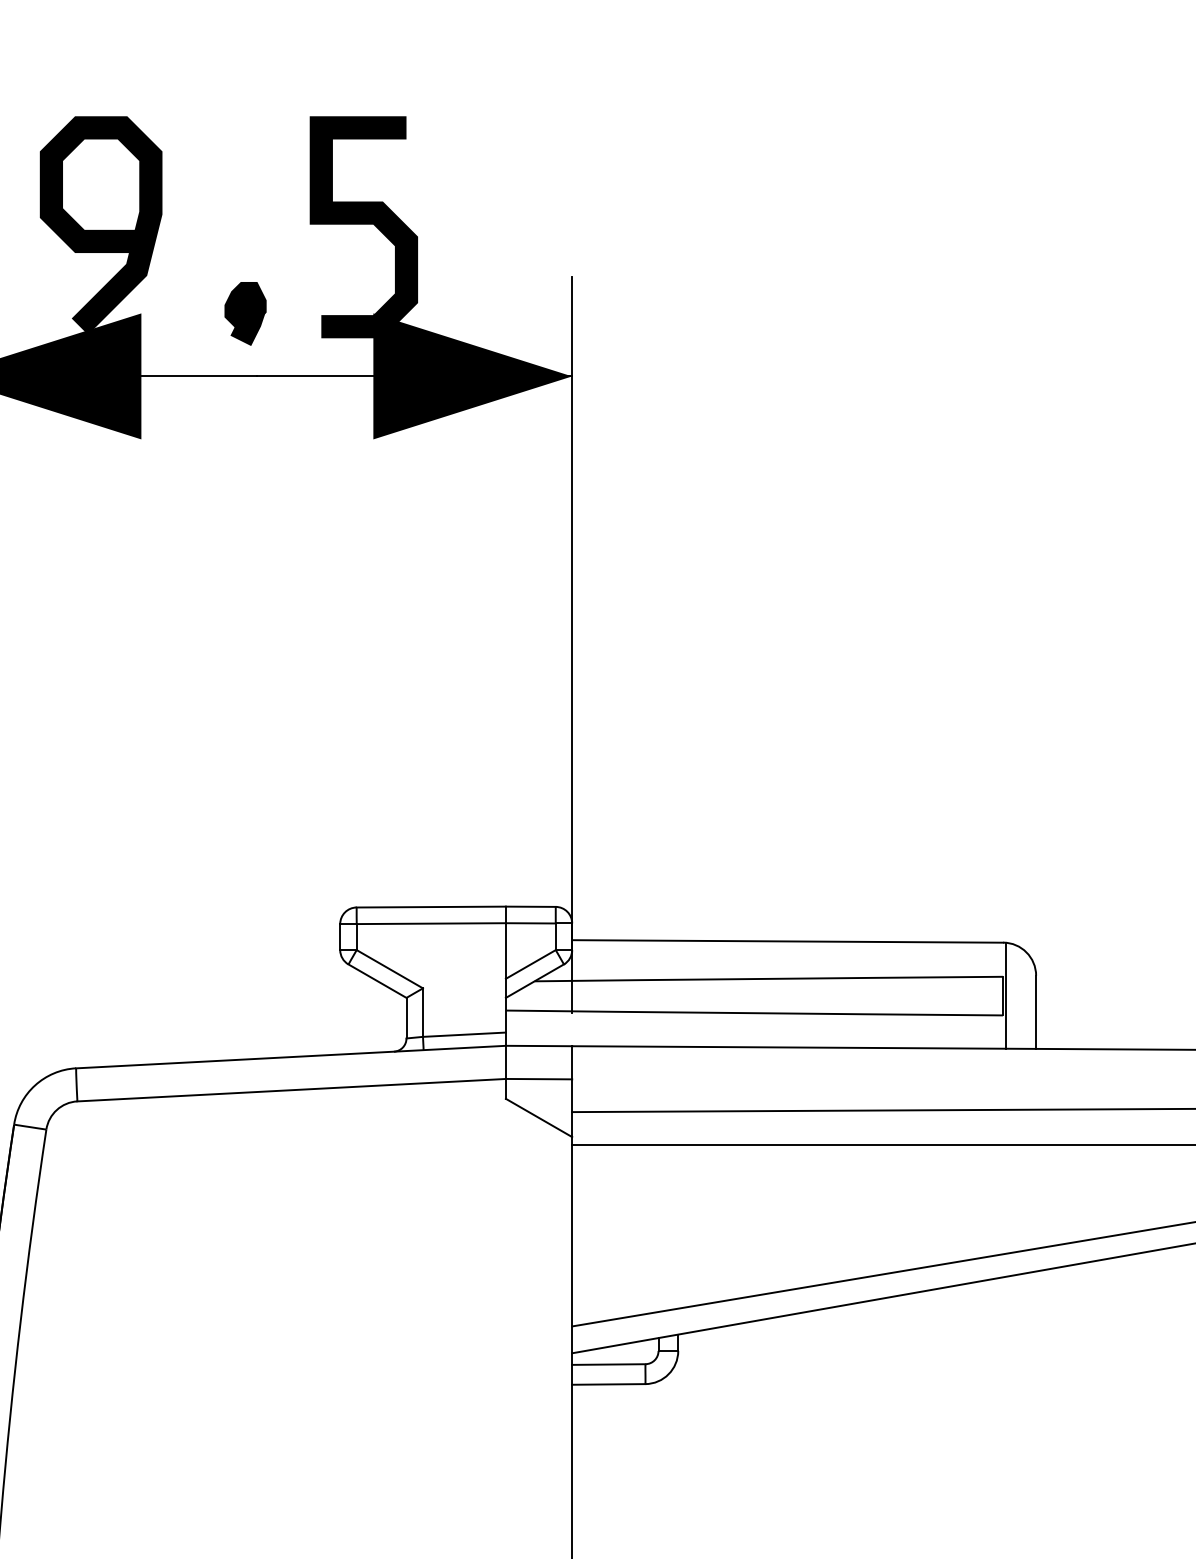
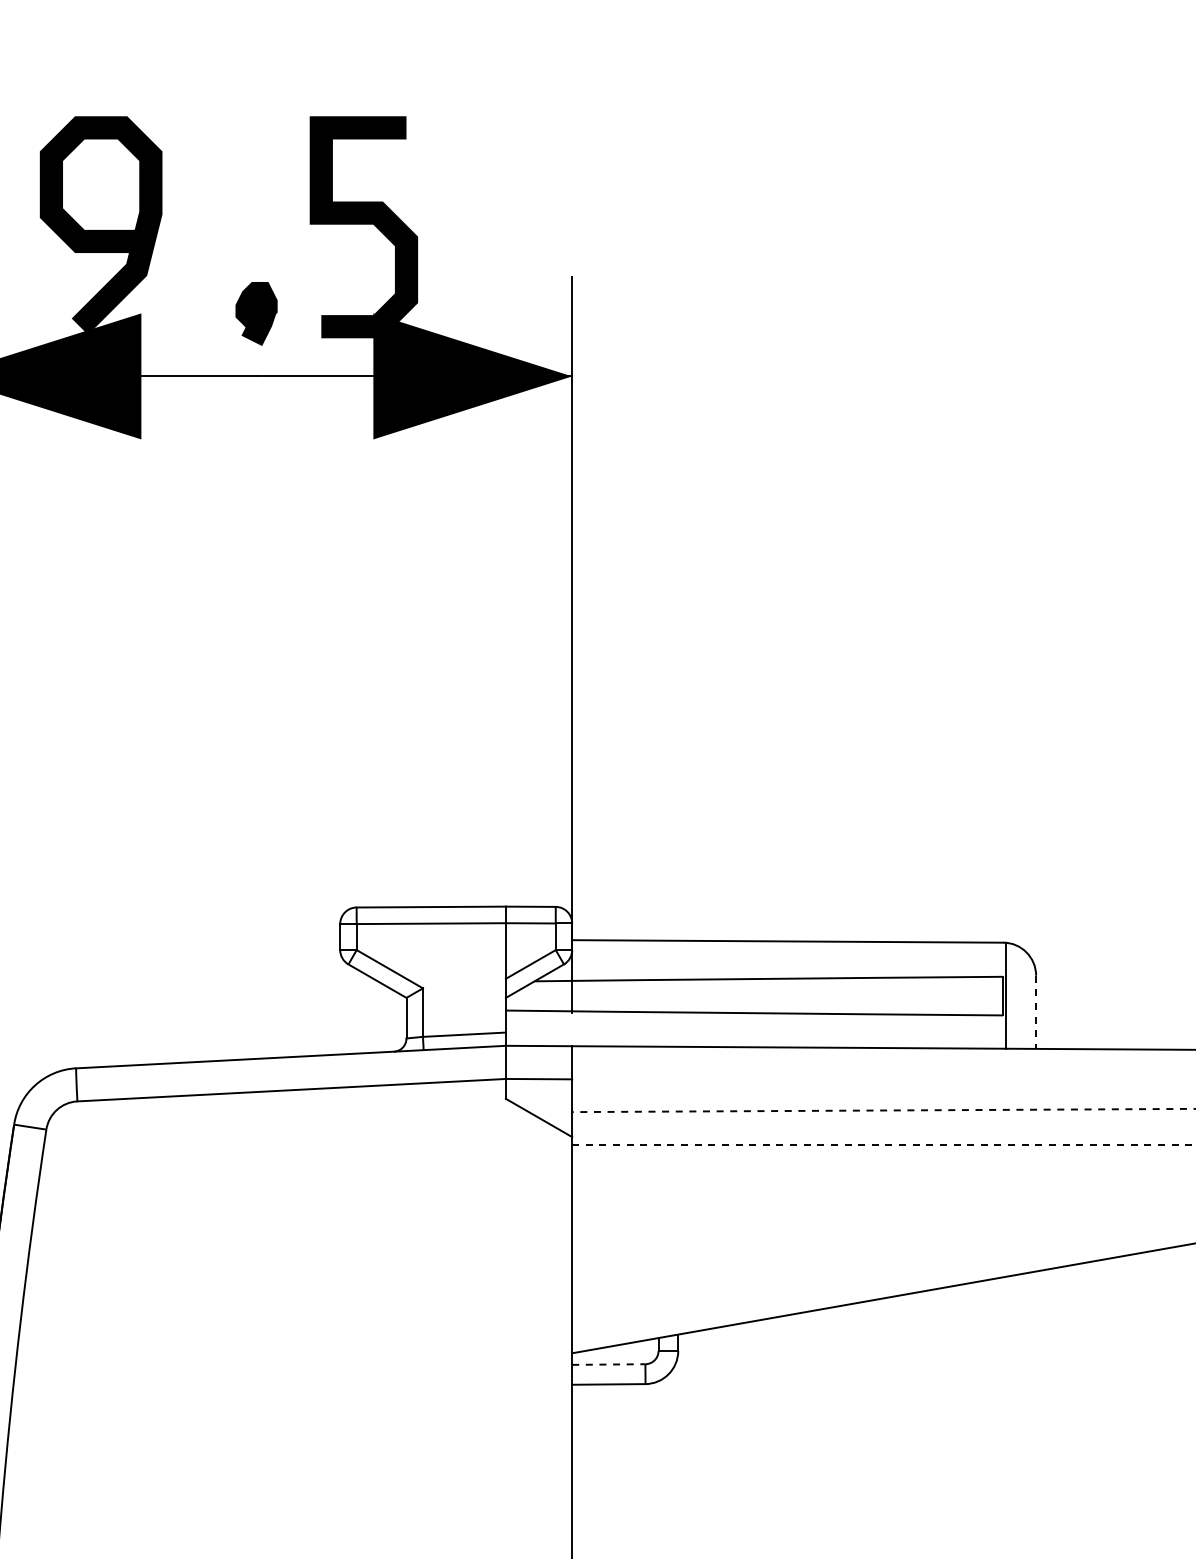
part at (245, 313) position: (245, 313) -> (256, 313)
line at (1036, 1012): solid -> dashed
line at (883, 1110): solid -> dashed
line at (883, 1145): solid -> dashed
line at (882, 1274): present -> none
line at (608, 1364): solid -> dashed
